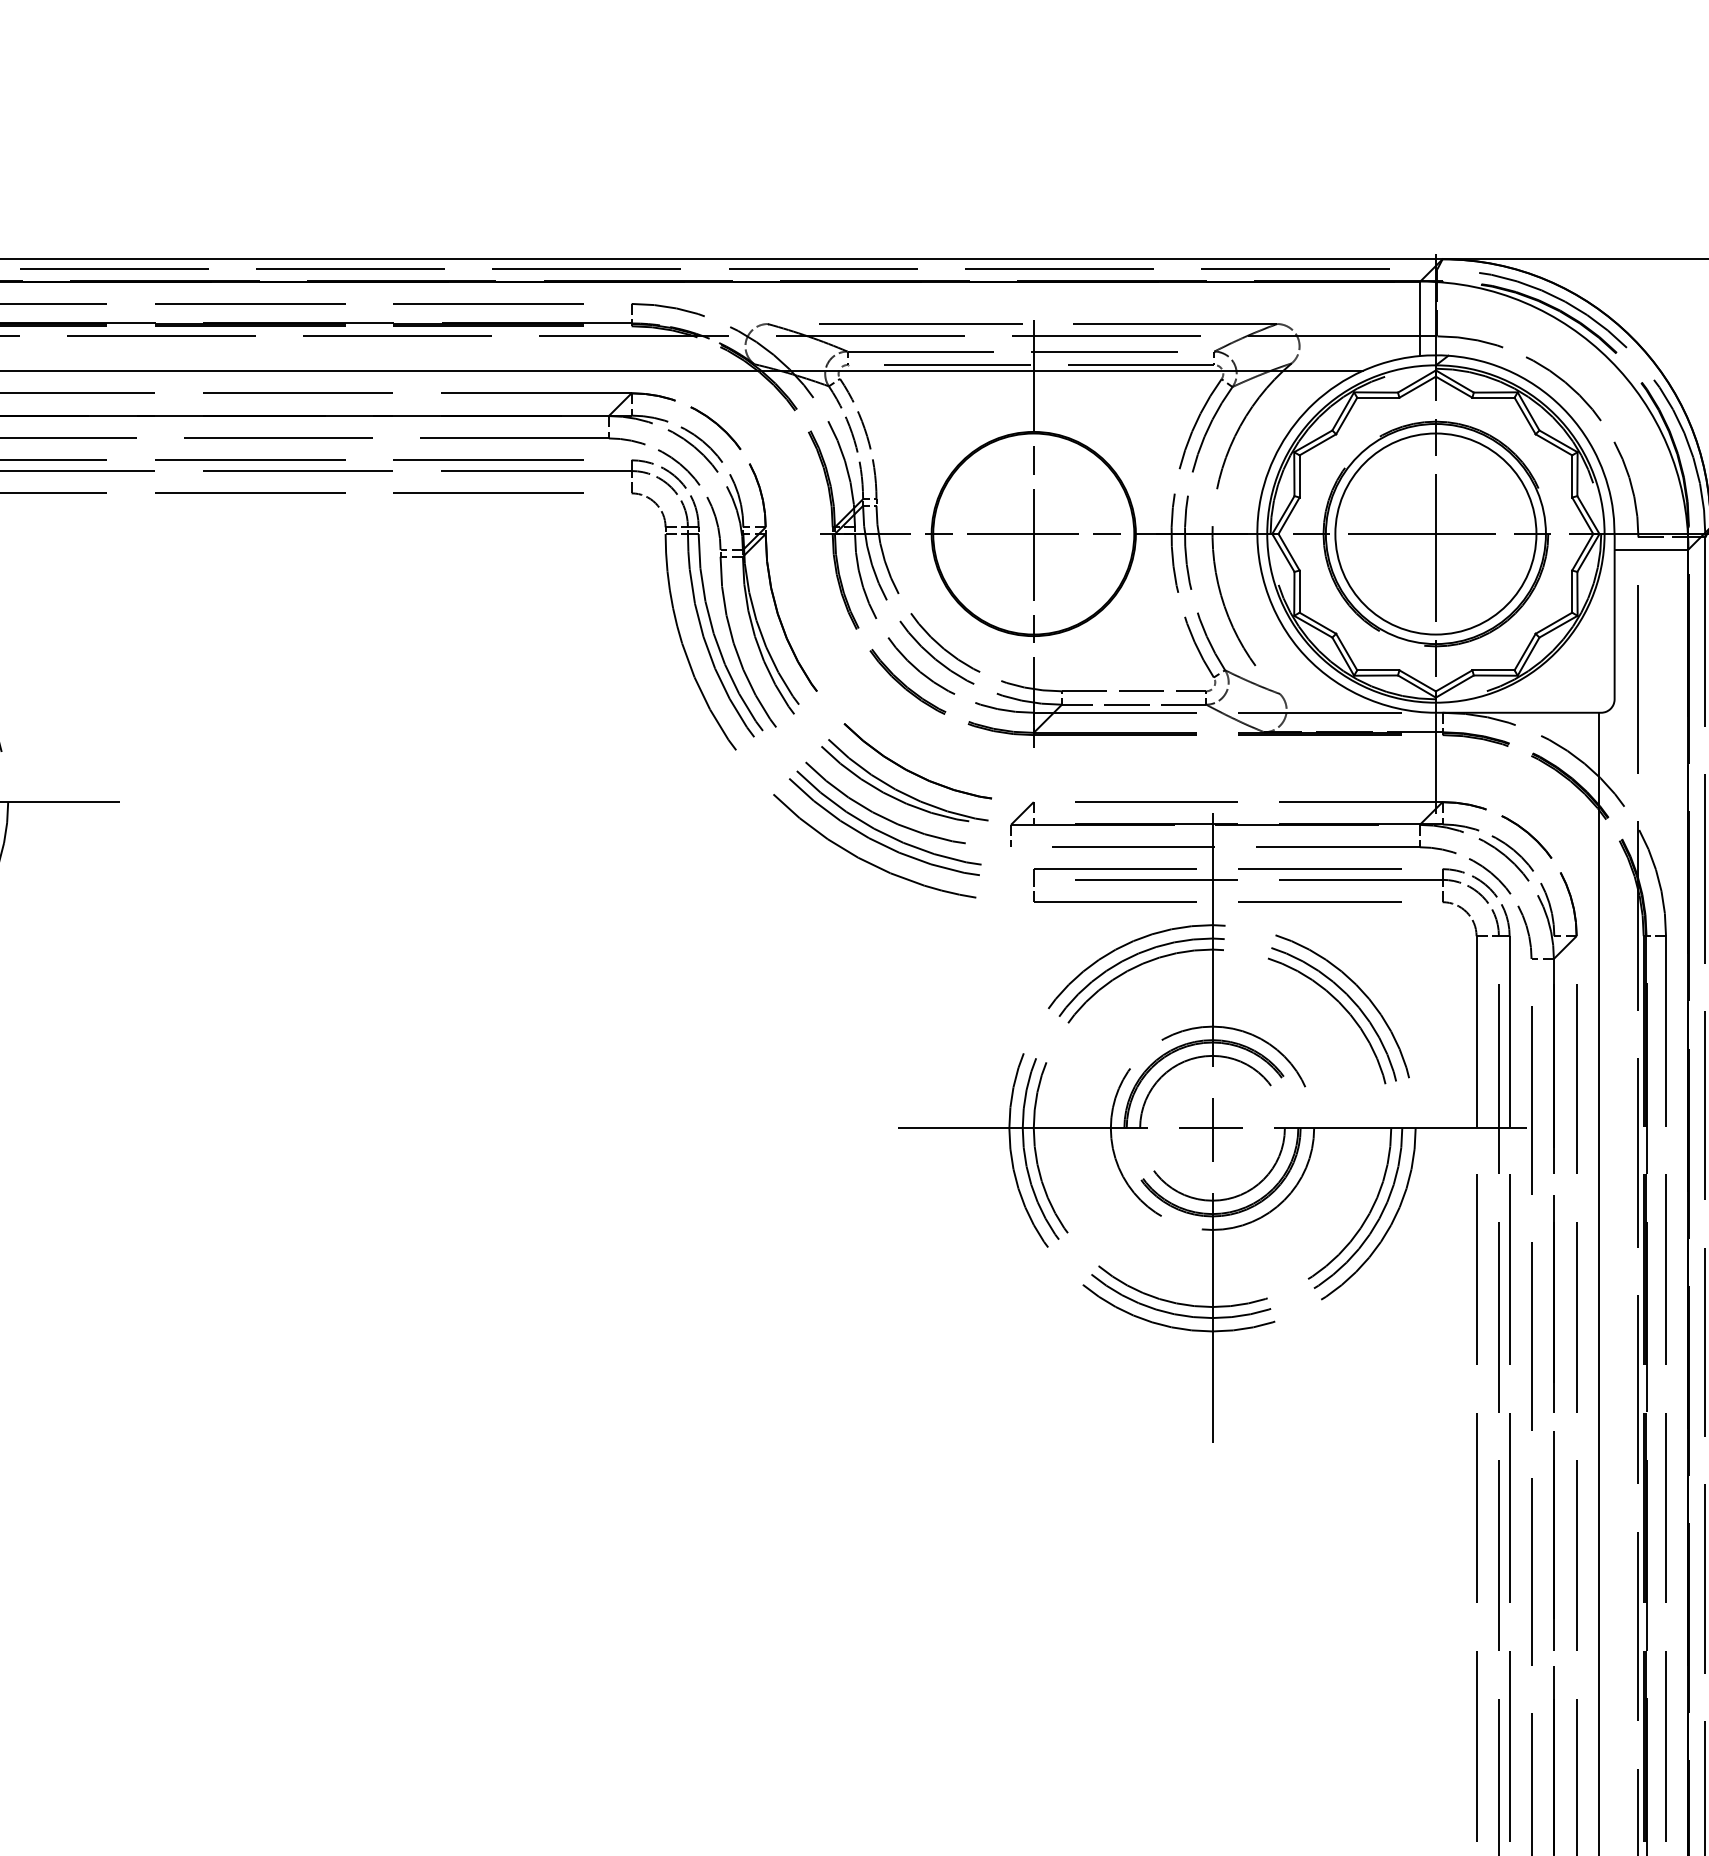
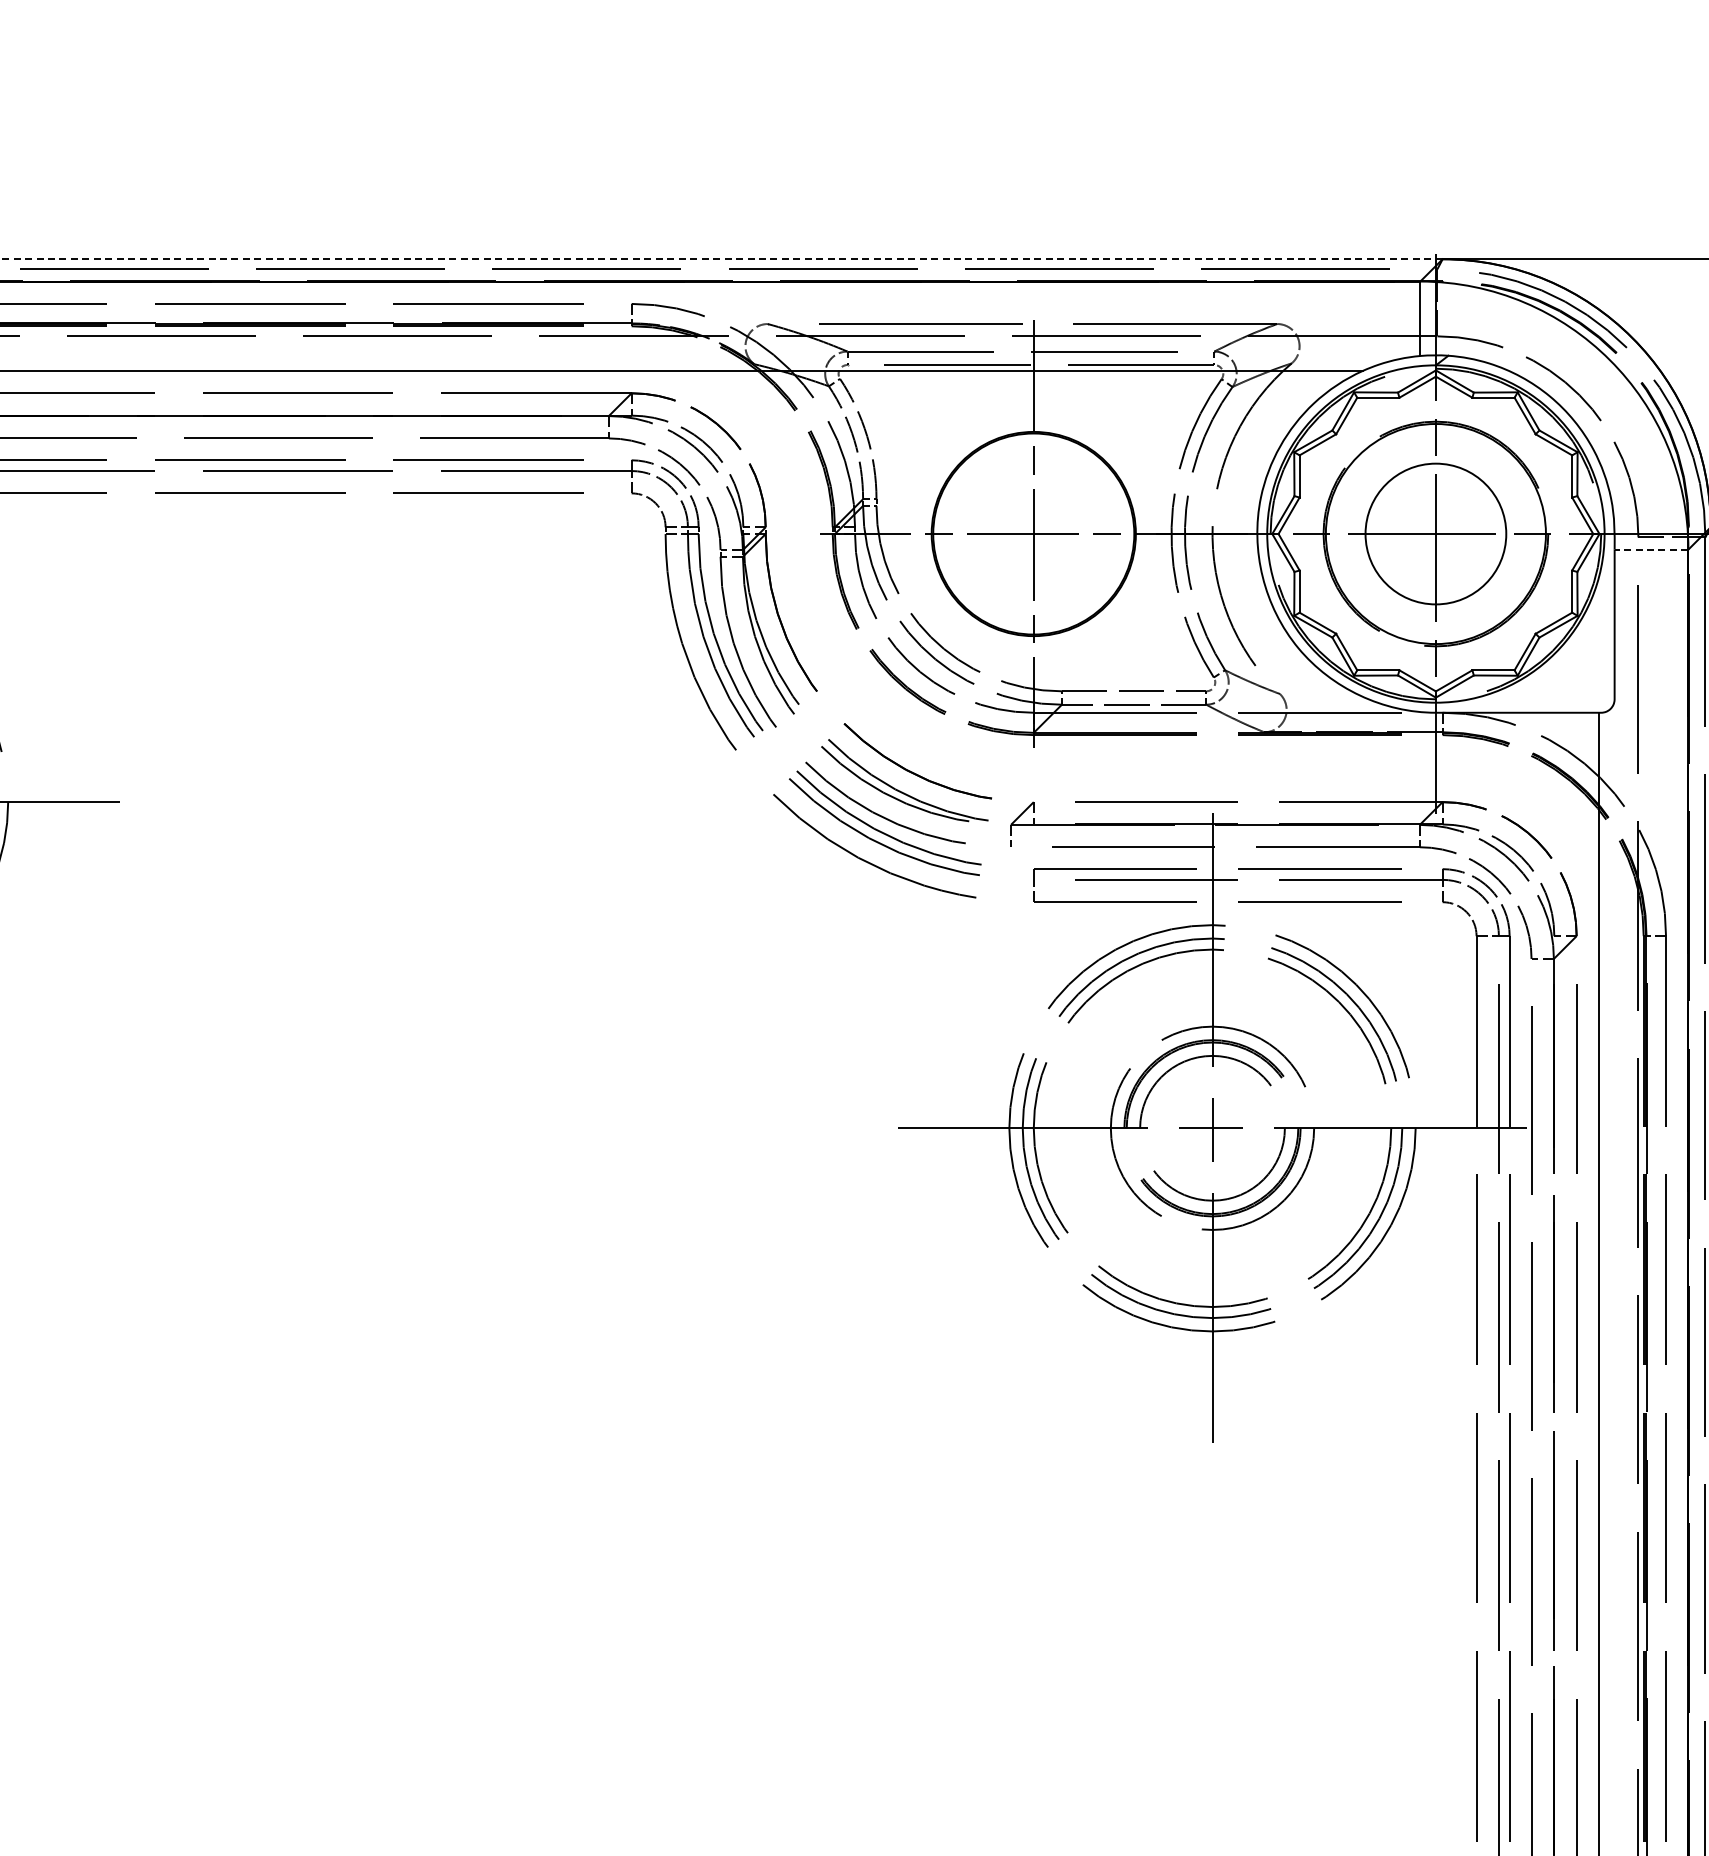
line at (721, 259): solid -> dashed
circle at (1435, 533) diameter: 201 px -> 141 px
line at (1651, 549): solid -> dashed
